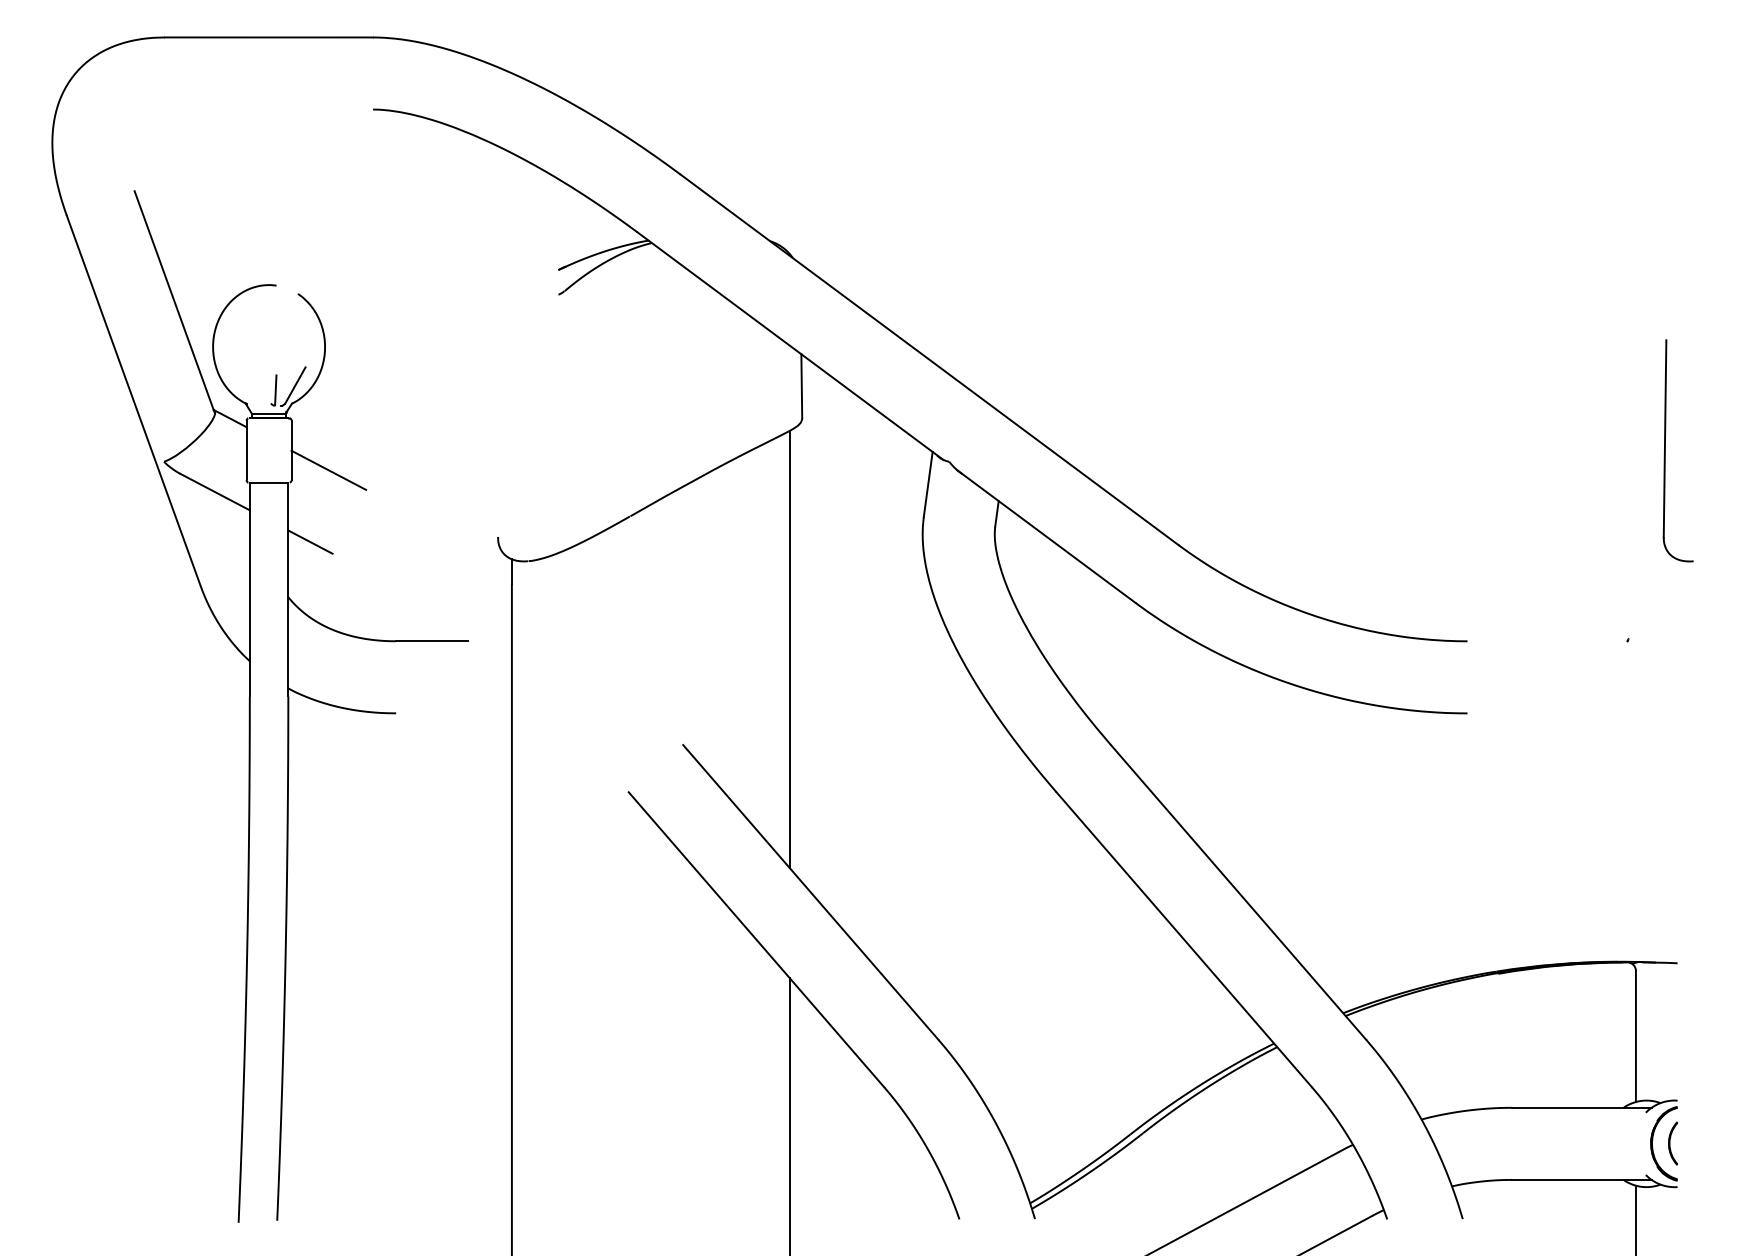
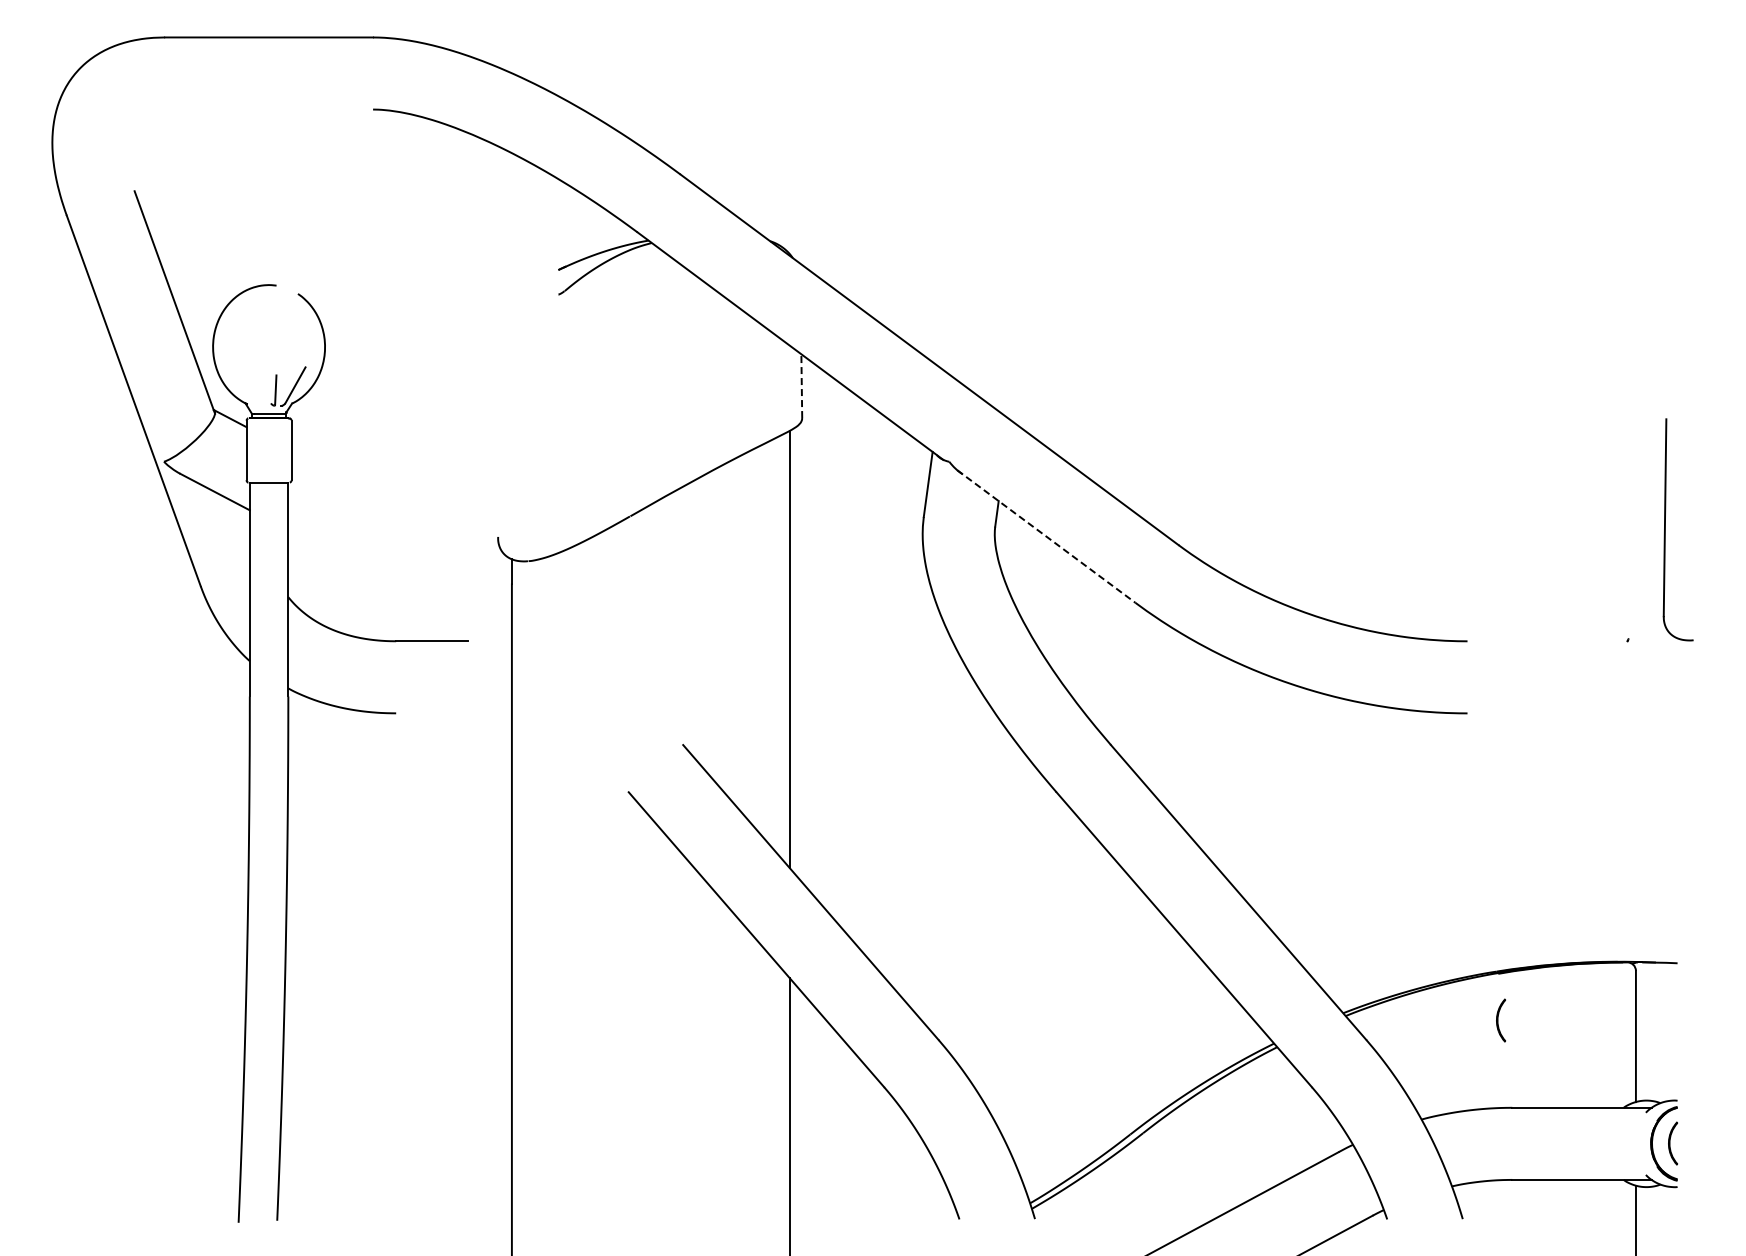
line at (801, 386): solid -> dashed
part at (1665, 450) position: (1665, 450) -> (1665, 529)
line at (328, 469): present -> none
line at (1046, 536): solid -> dashed
line at (310, 541): present -> none
part at (1500, 1020): none -> present
